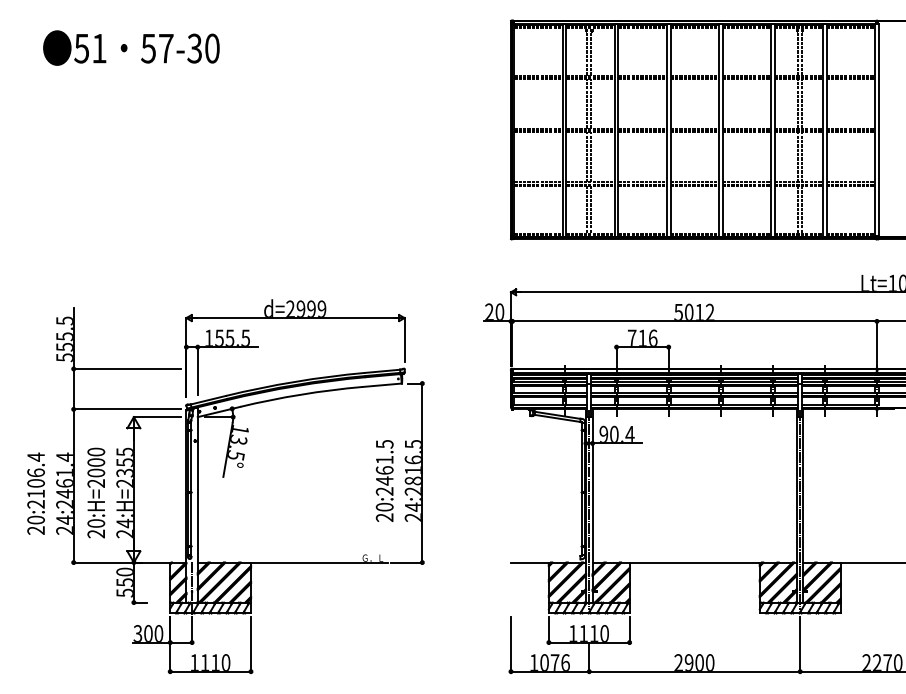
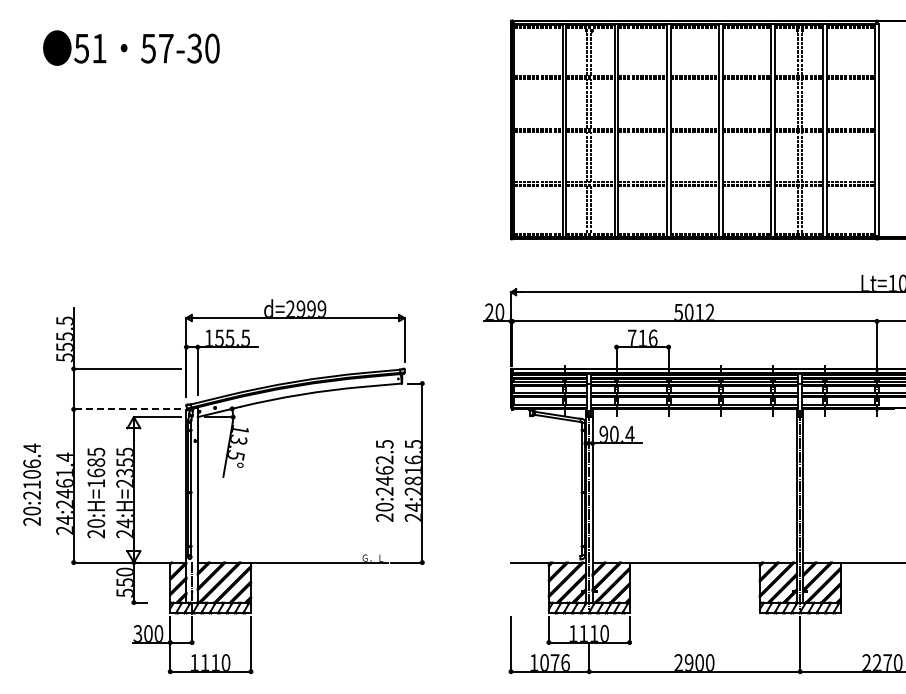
line at (127, 409): solid -> dashed
text at (384, 459): 20:2461.5 -> 20:2462.5
text at (96, 467): 20:H=2000 -> 20:H=1685
text at (35, 493) position: (35, 493) -> (31, 484)
